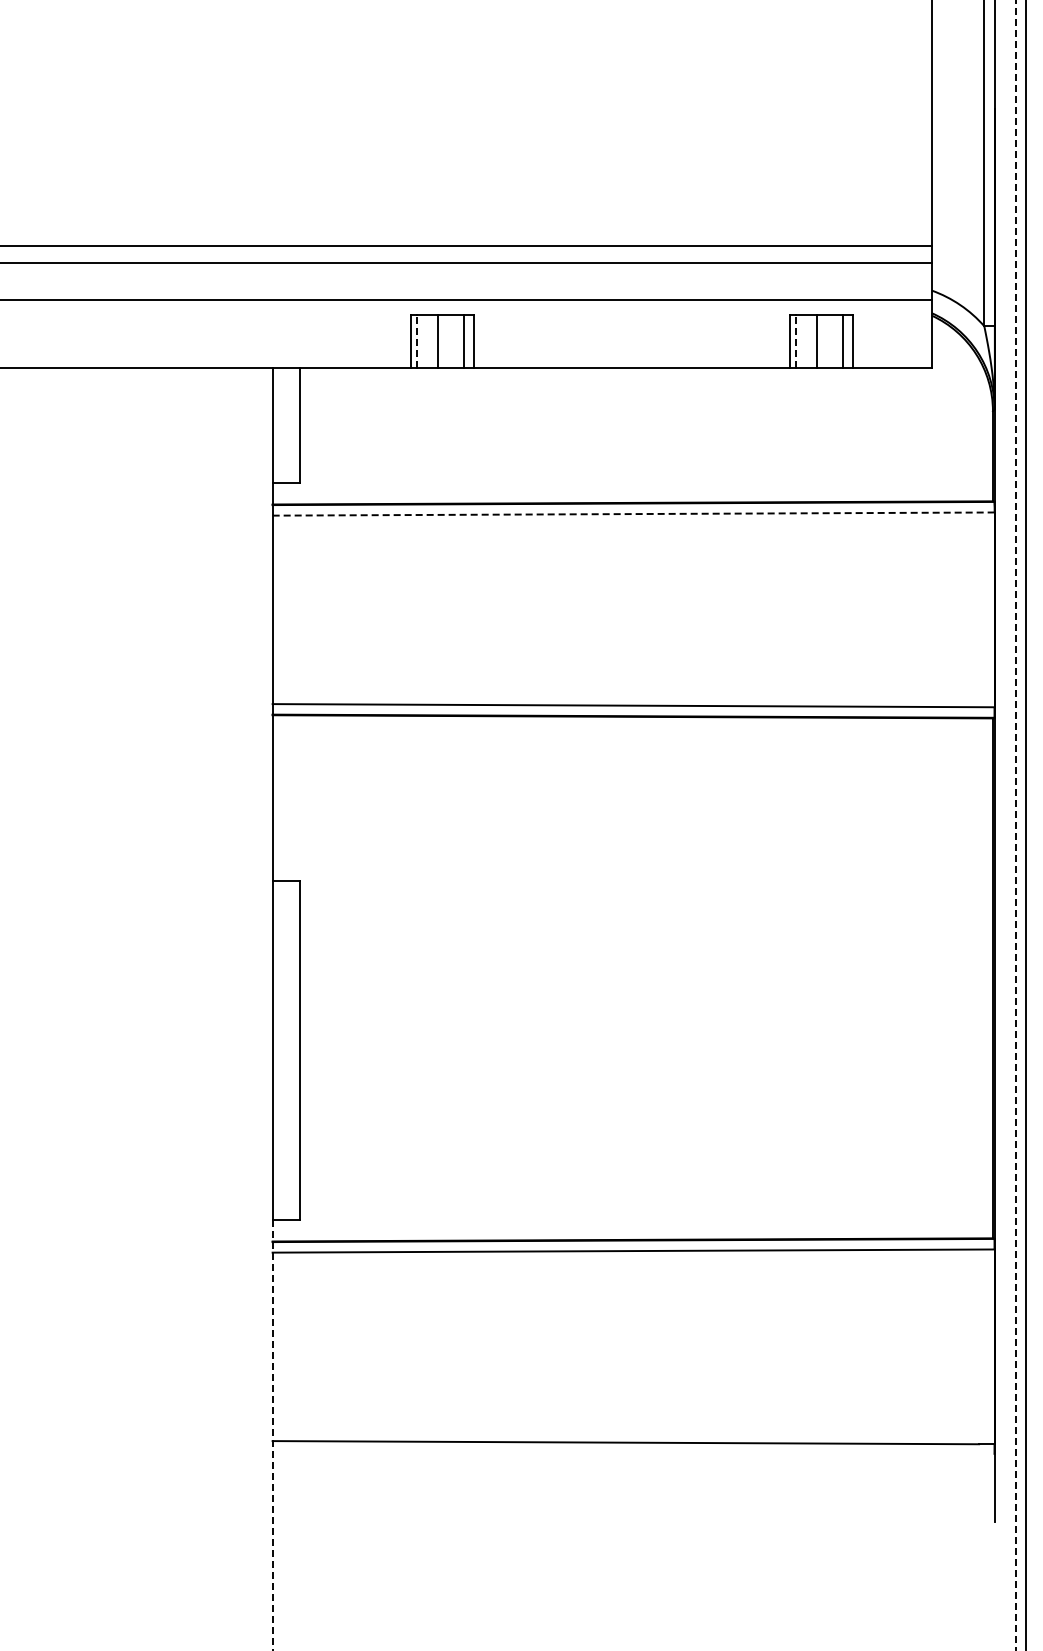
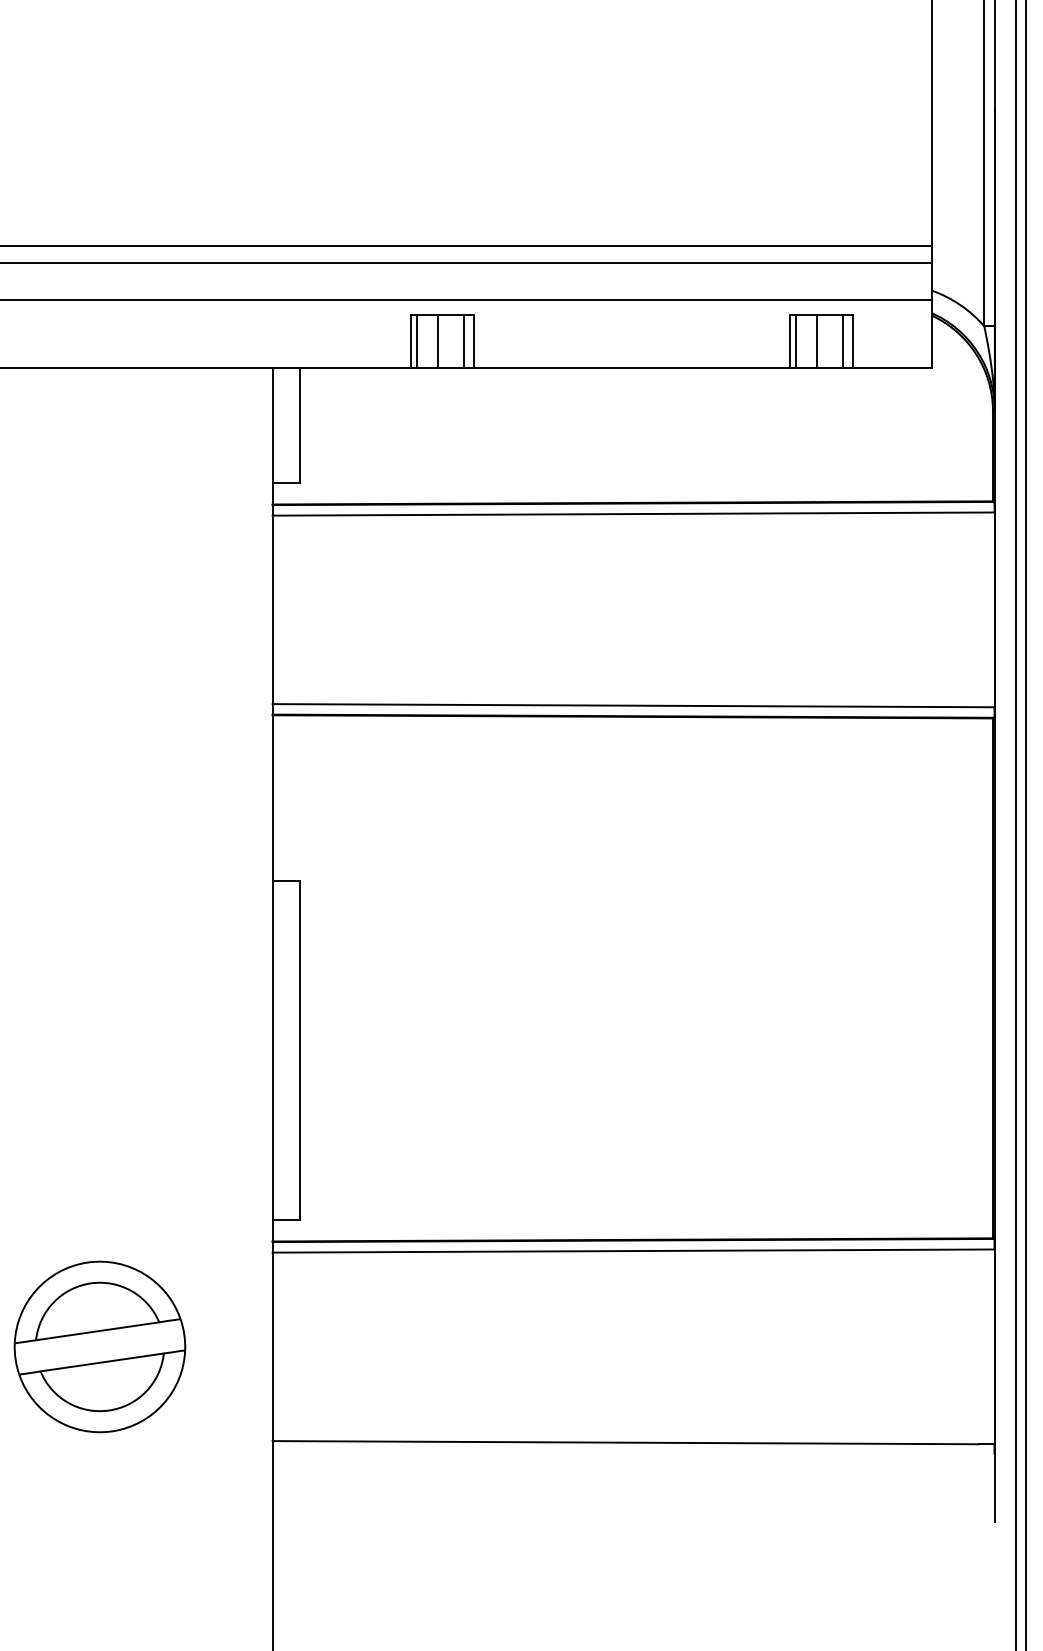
line at (417, 341): dashed -> solid
line at (796, 341): dashed -> solid
line at (633, 514): dashed -> solid
line at (1015, 826): dashed -> solid
part at (99, 1346): none -> present
line at (272, 1435): dashed -> solid
